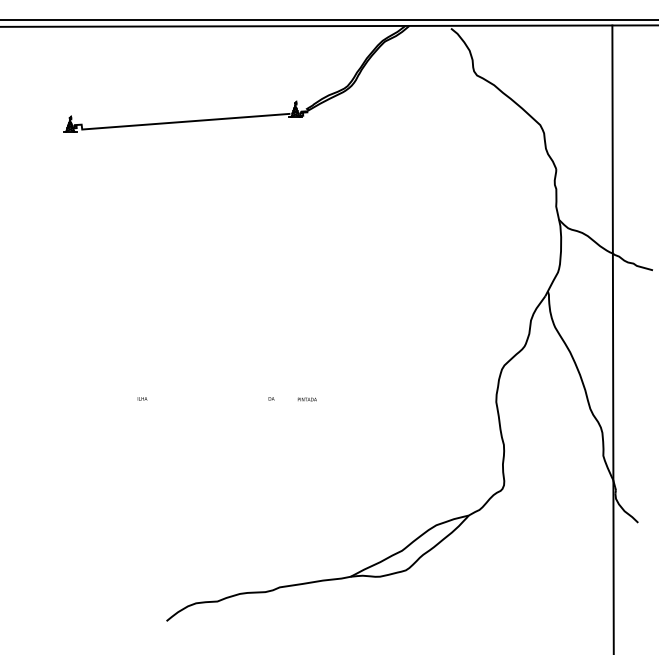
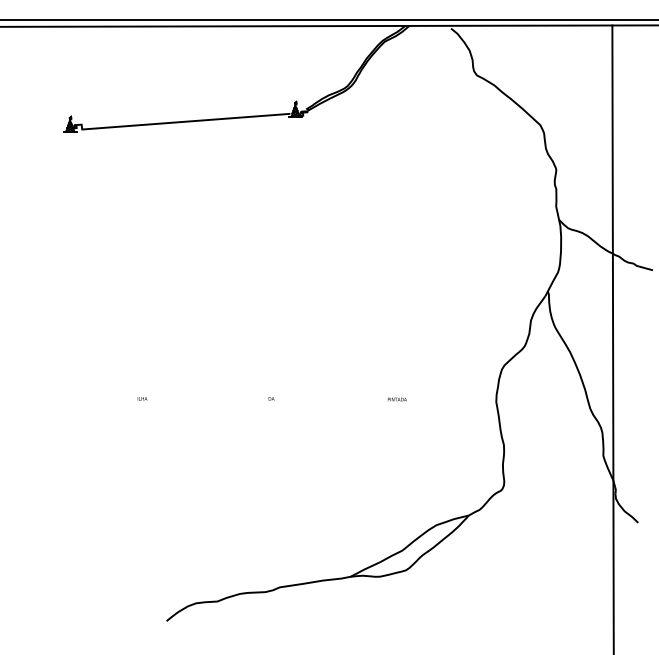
text at (306, 399) position: (306, 399) -> (396, 399)
